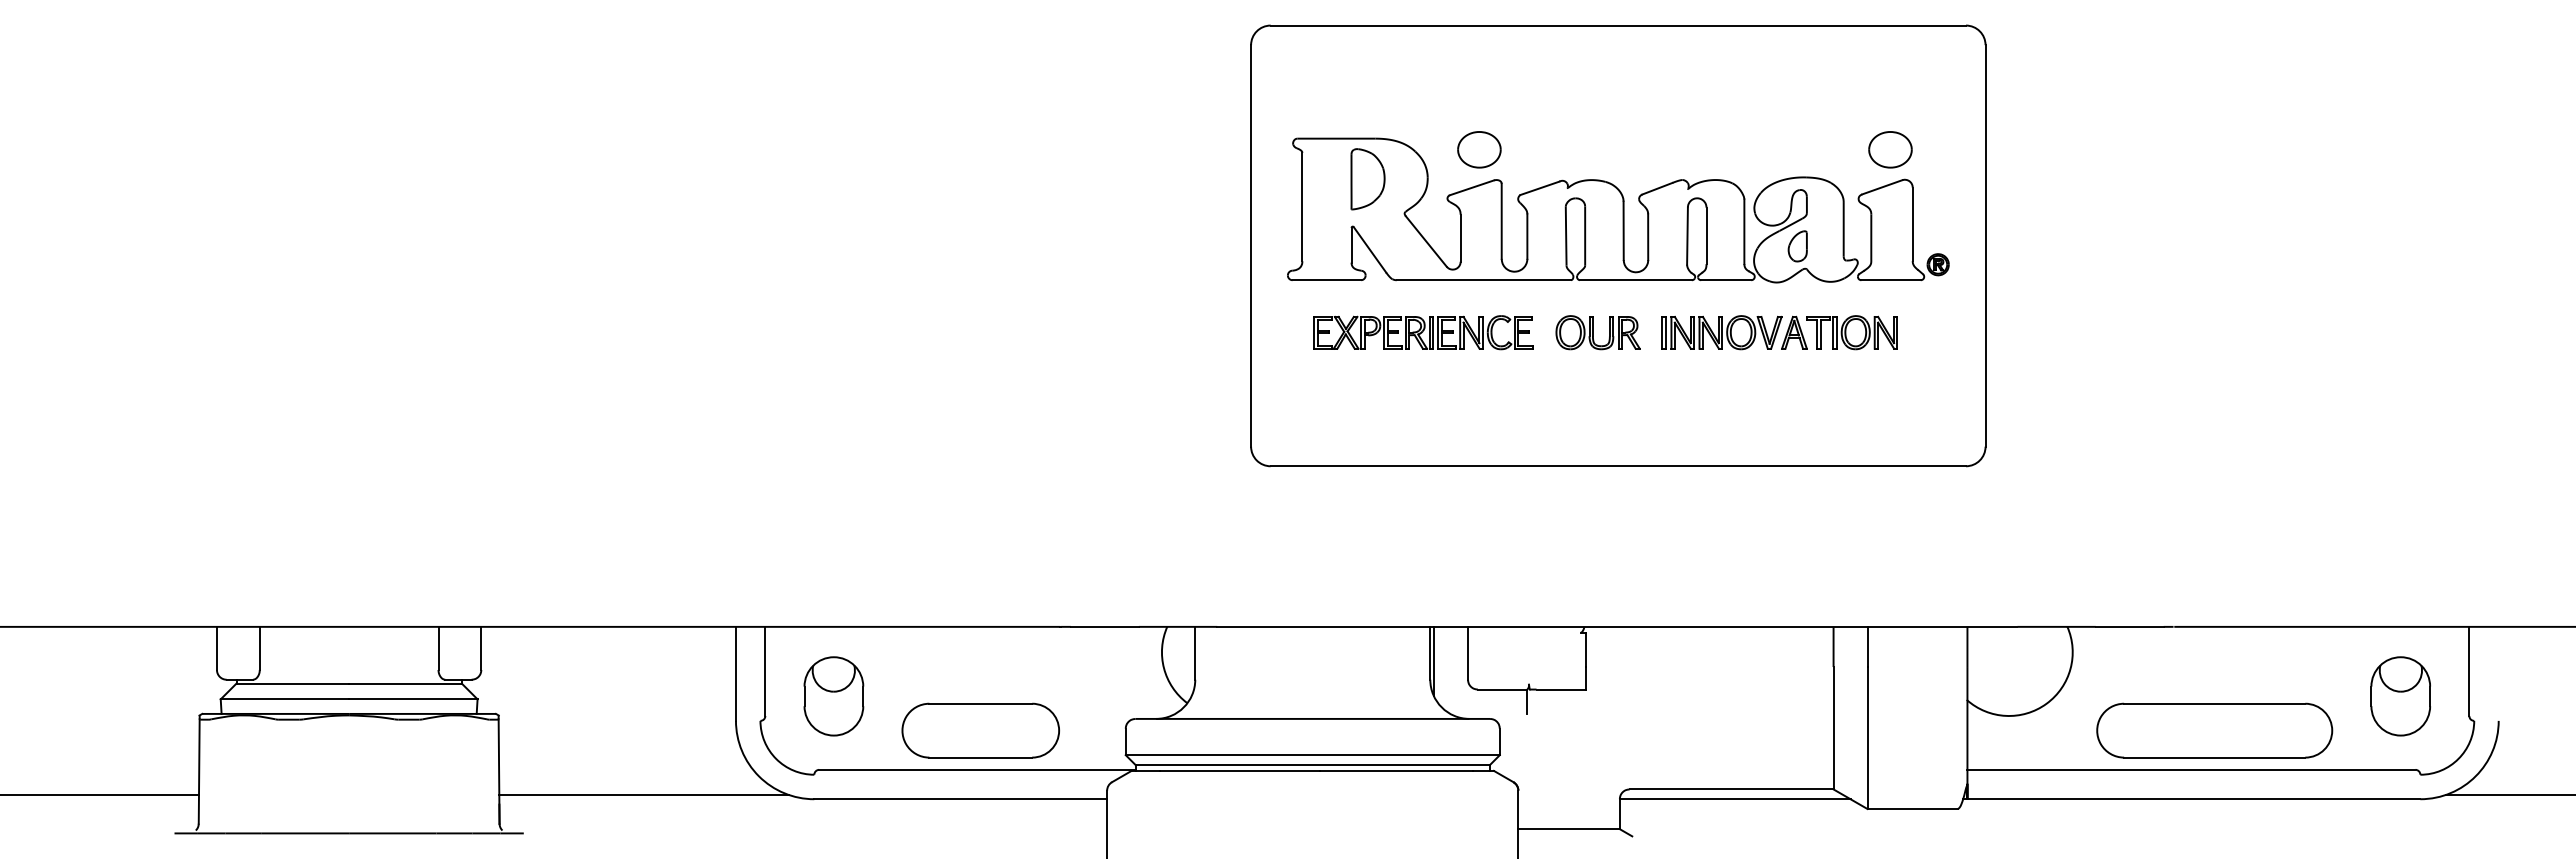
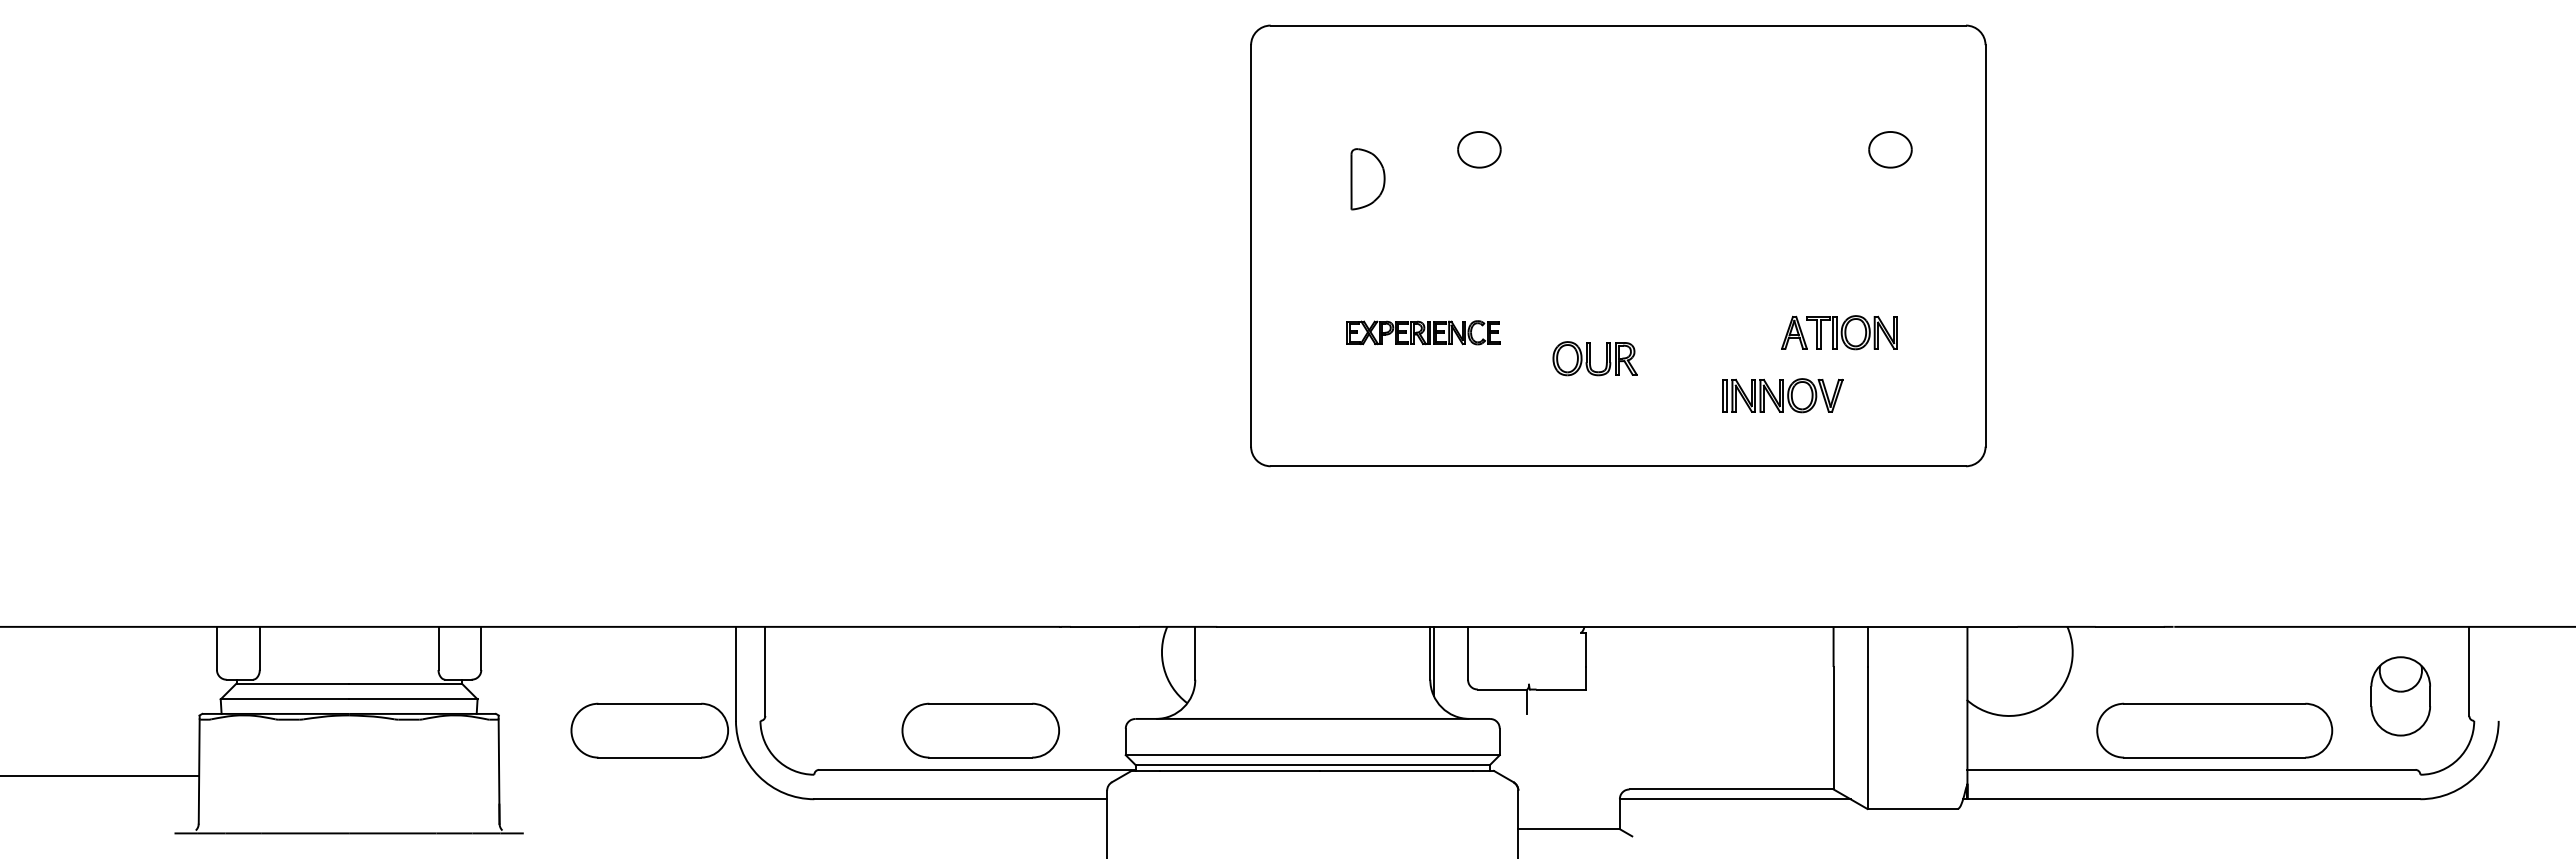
part at (1618, 210): present -> none
part at (1423, 332) size: 221x36 px -> 155x26 px
part at (1597, 332) position: (1597, 332) -> (1594, 358)
part at (1721, 332) position: (1721, 332) -> (1782, 395)
part at (833, 696): present -> none
part at (649, 730): none -> present
line at (100, 794) position: (100, 794) -> (100, 775)
line at (643, 794): present -> none
line at (2508, 794): present -> none
